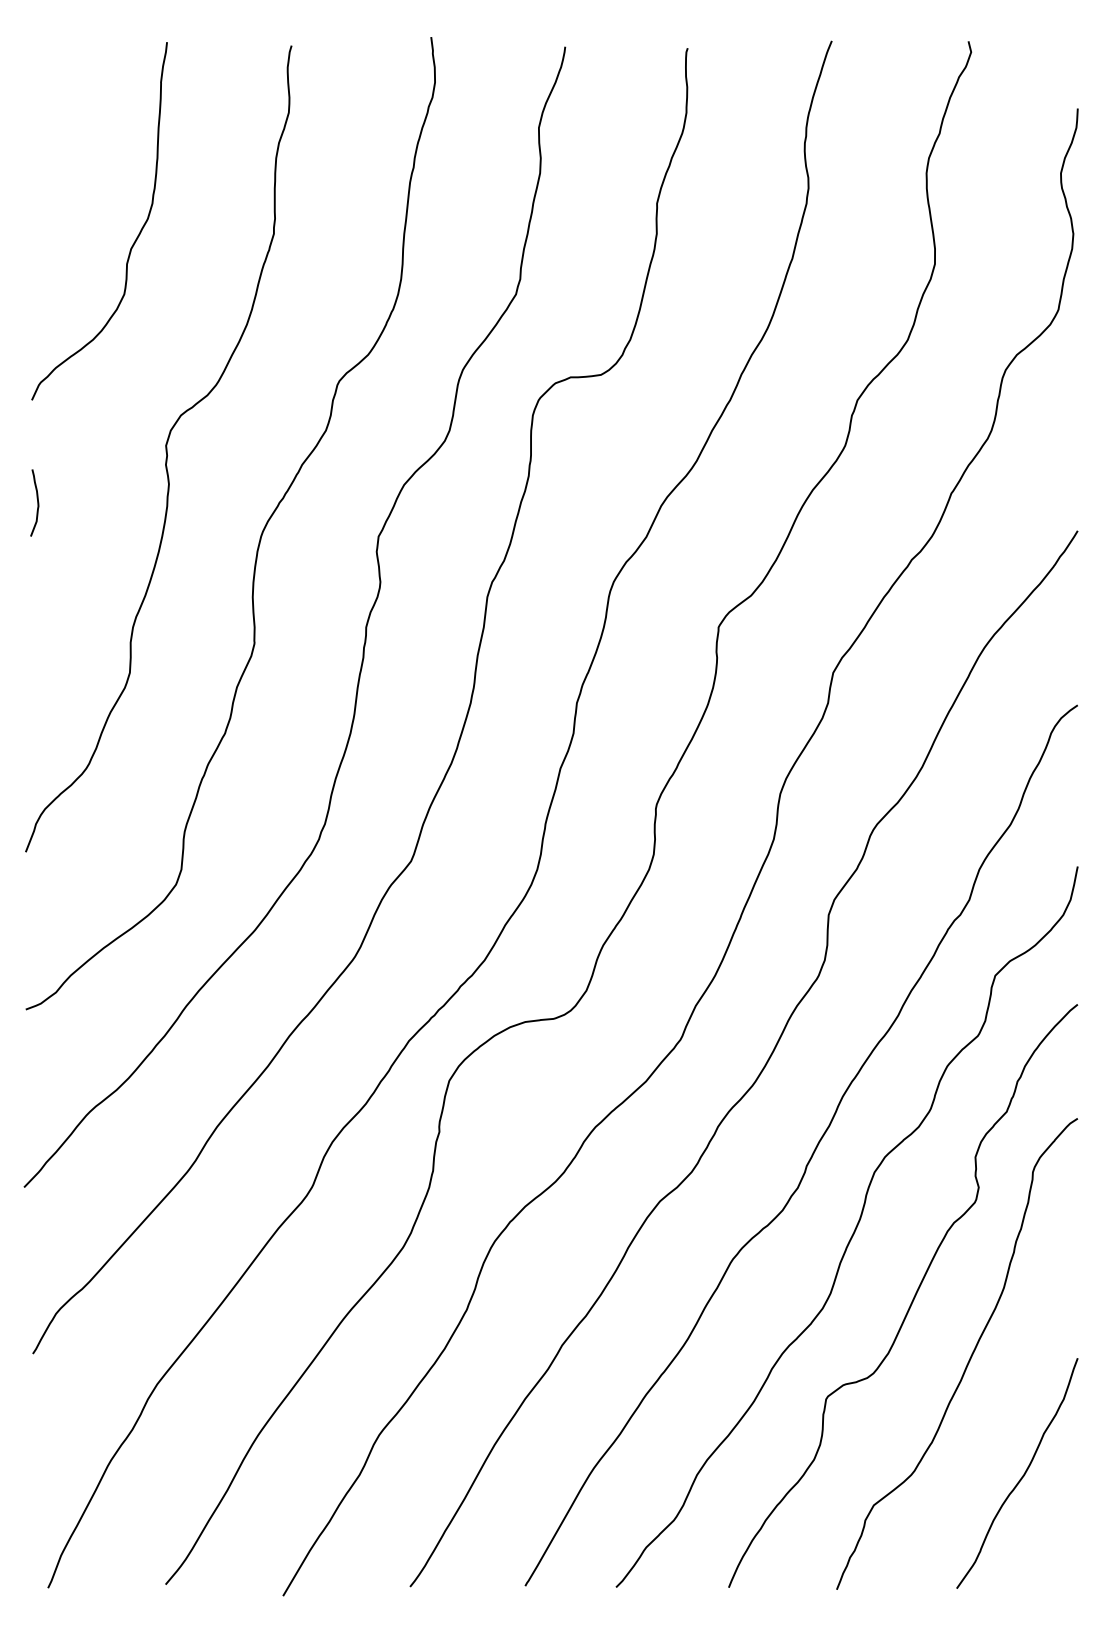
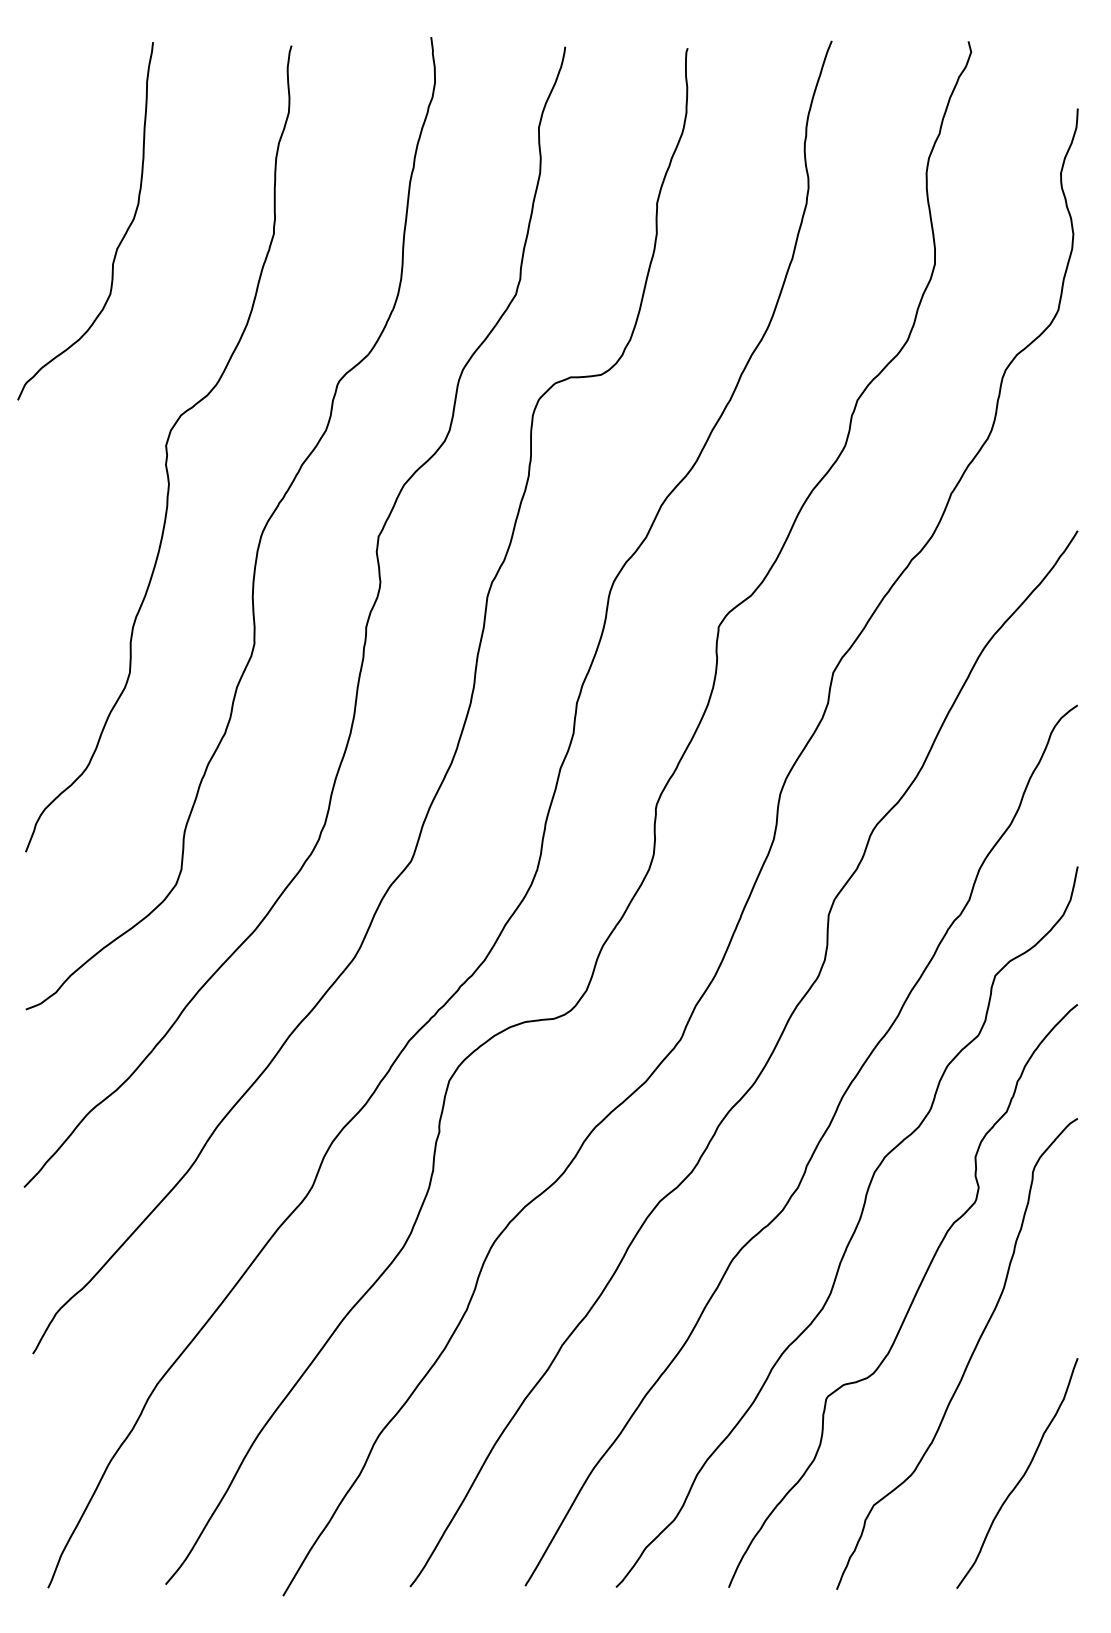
curve at (134, 240) position: (134, 240) -> (120, 240)
curve at (37, 502): present -> none
